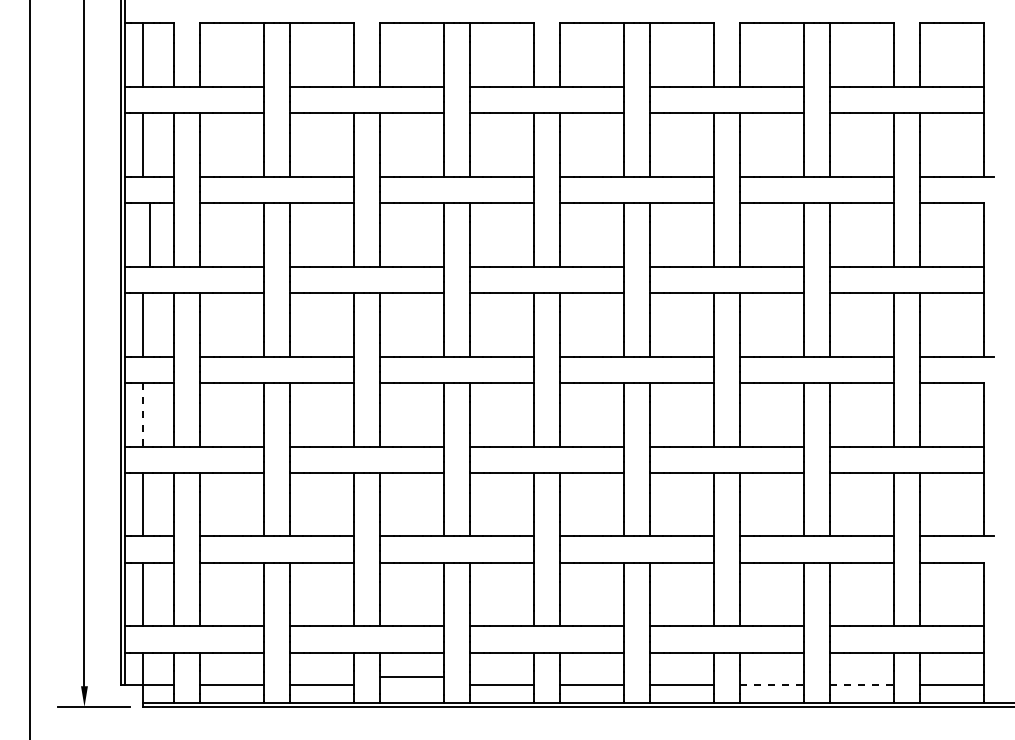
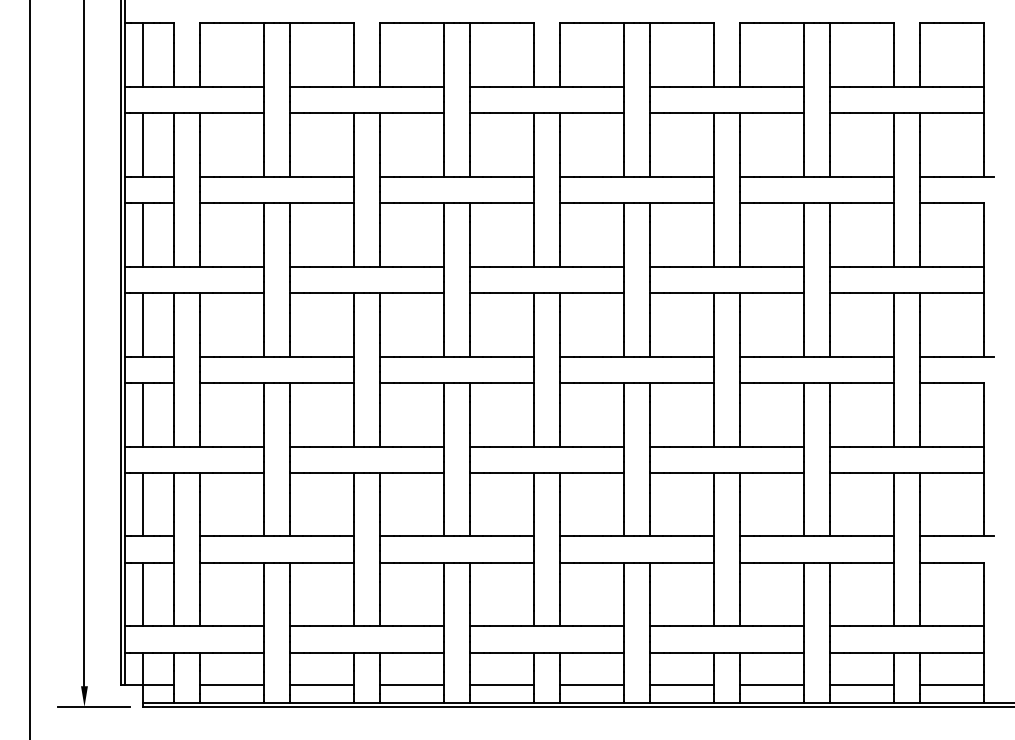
line at (149, 234) position: (149, 234) -> (142, 234)
line at (142, 414): dashed -> solid
line at (411, 677) position: (411, 677) -> (411, 685)
line at (771, 685): dashed -> solid
line at (861, 685): dashed -> solid
